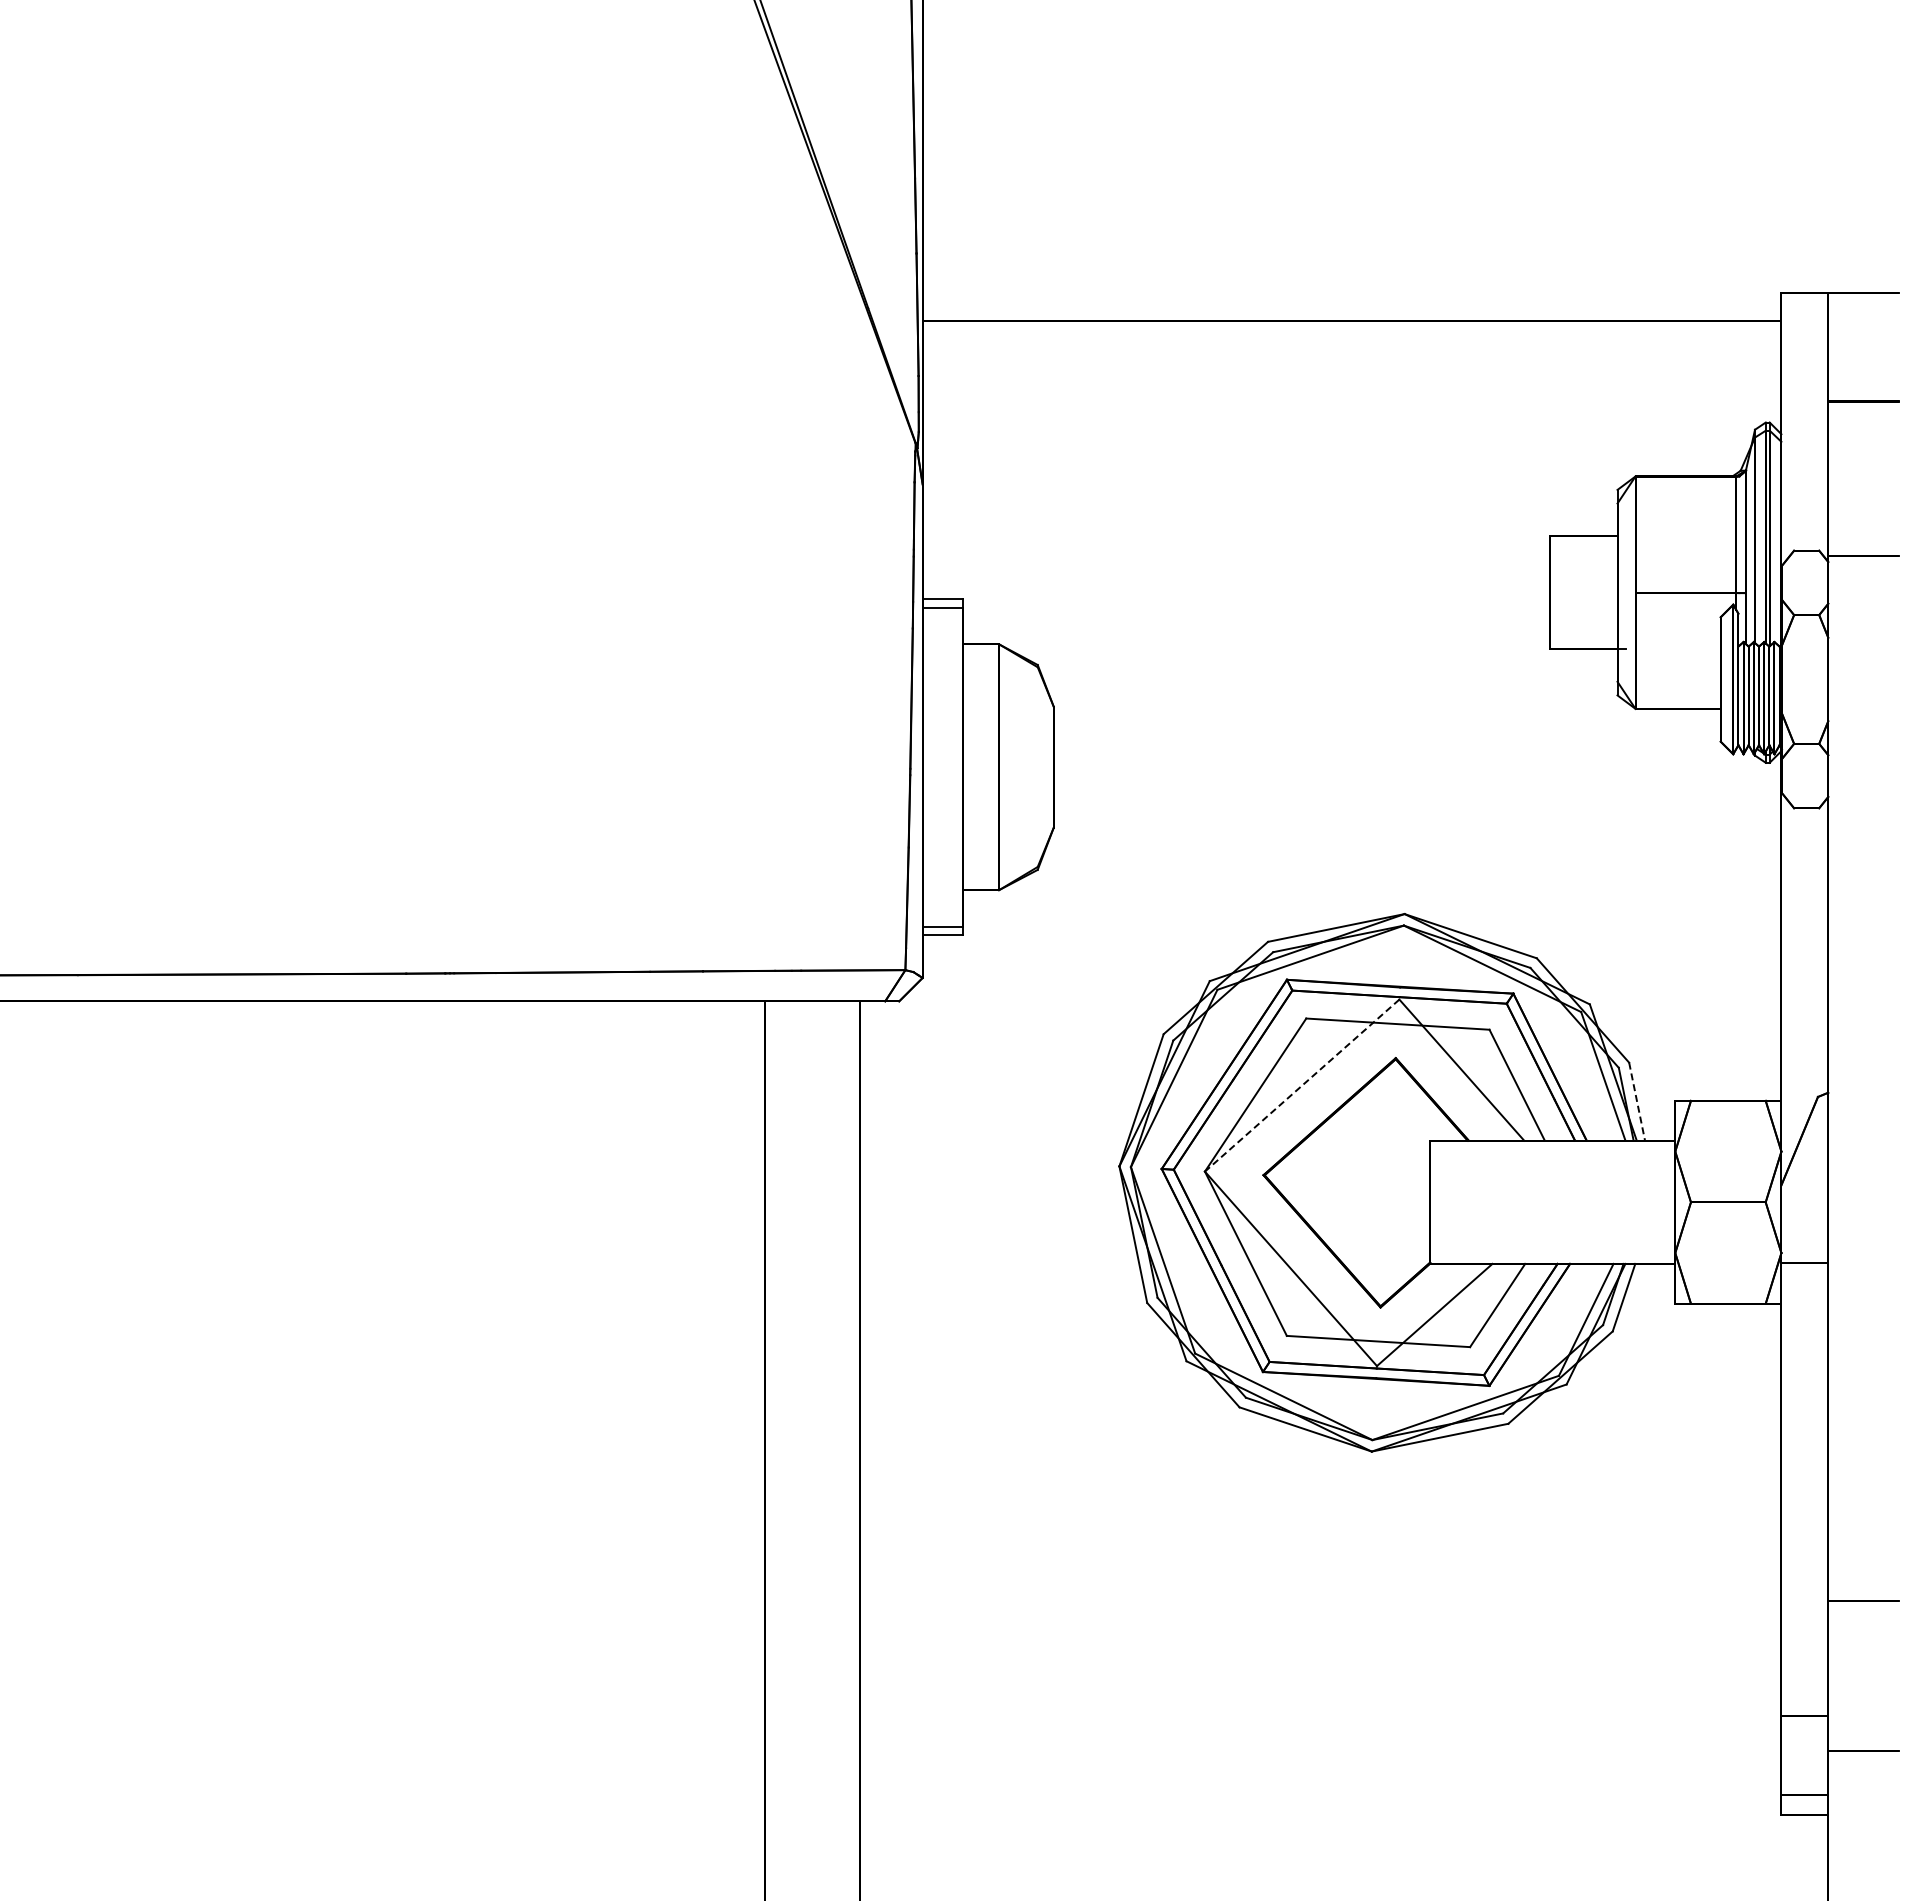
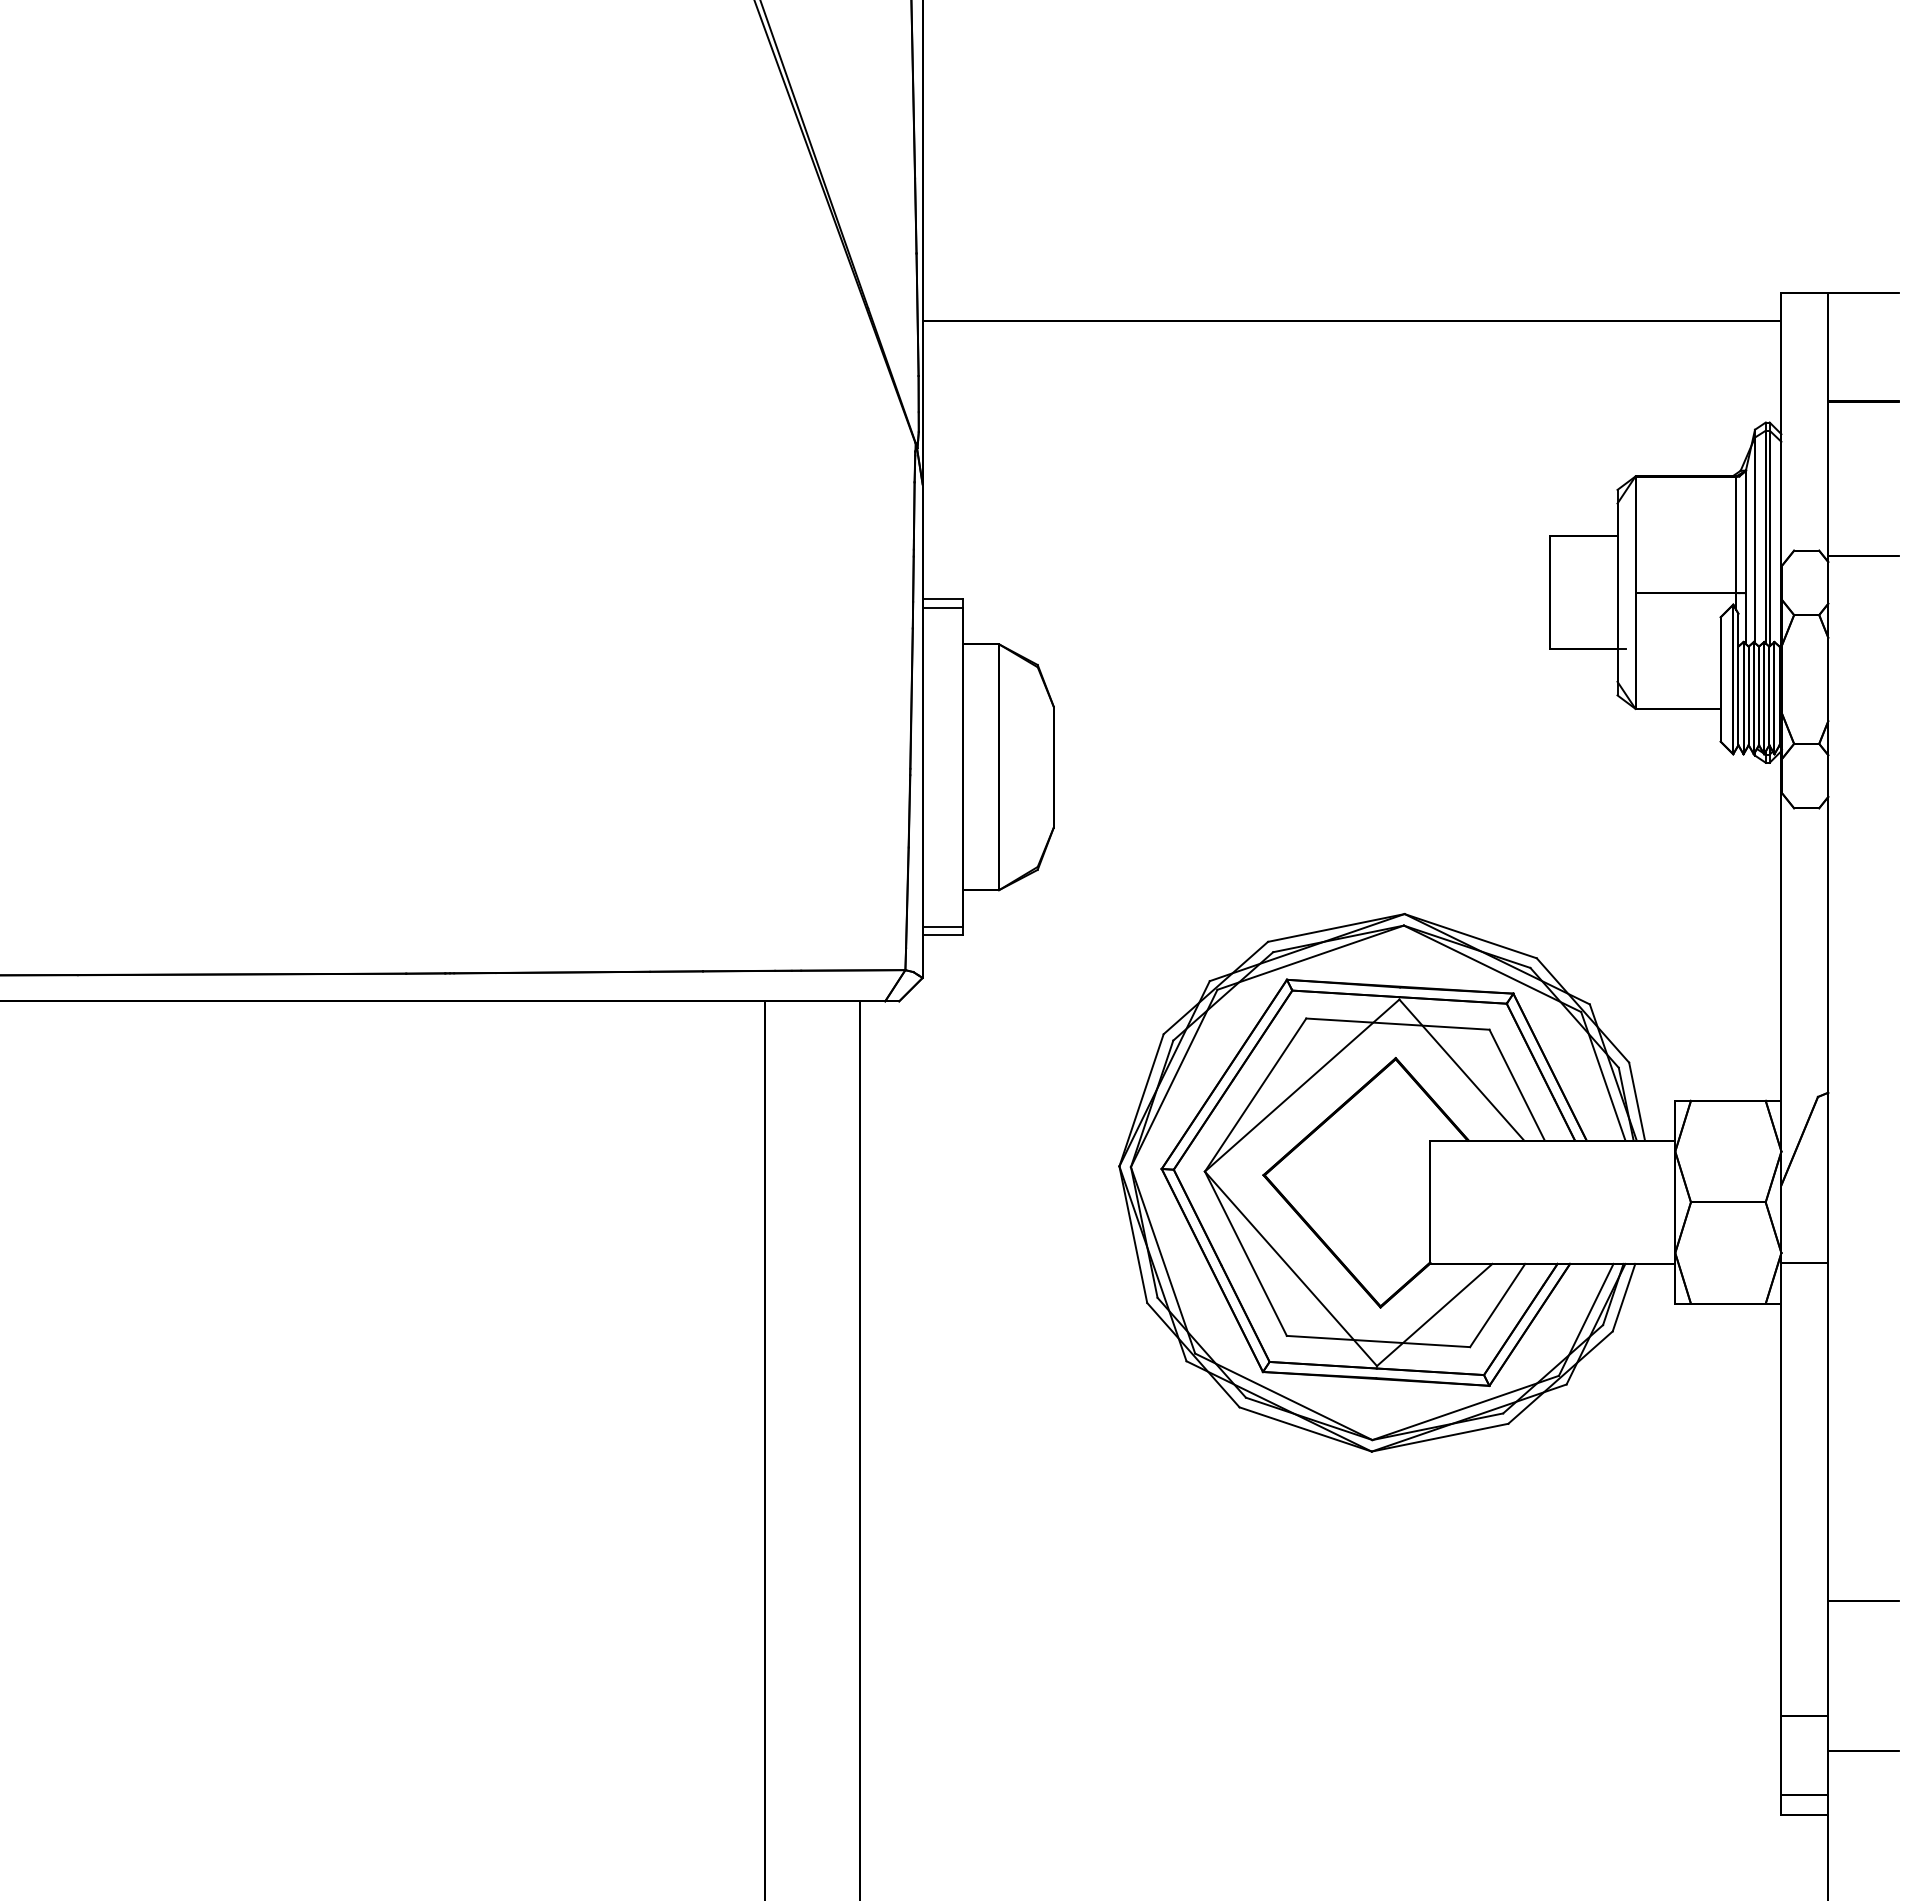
line at (1302, 1085): dashed -> solid
line at (1637, 1101): dashed -> solid
